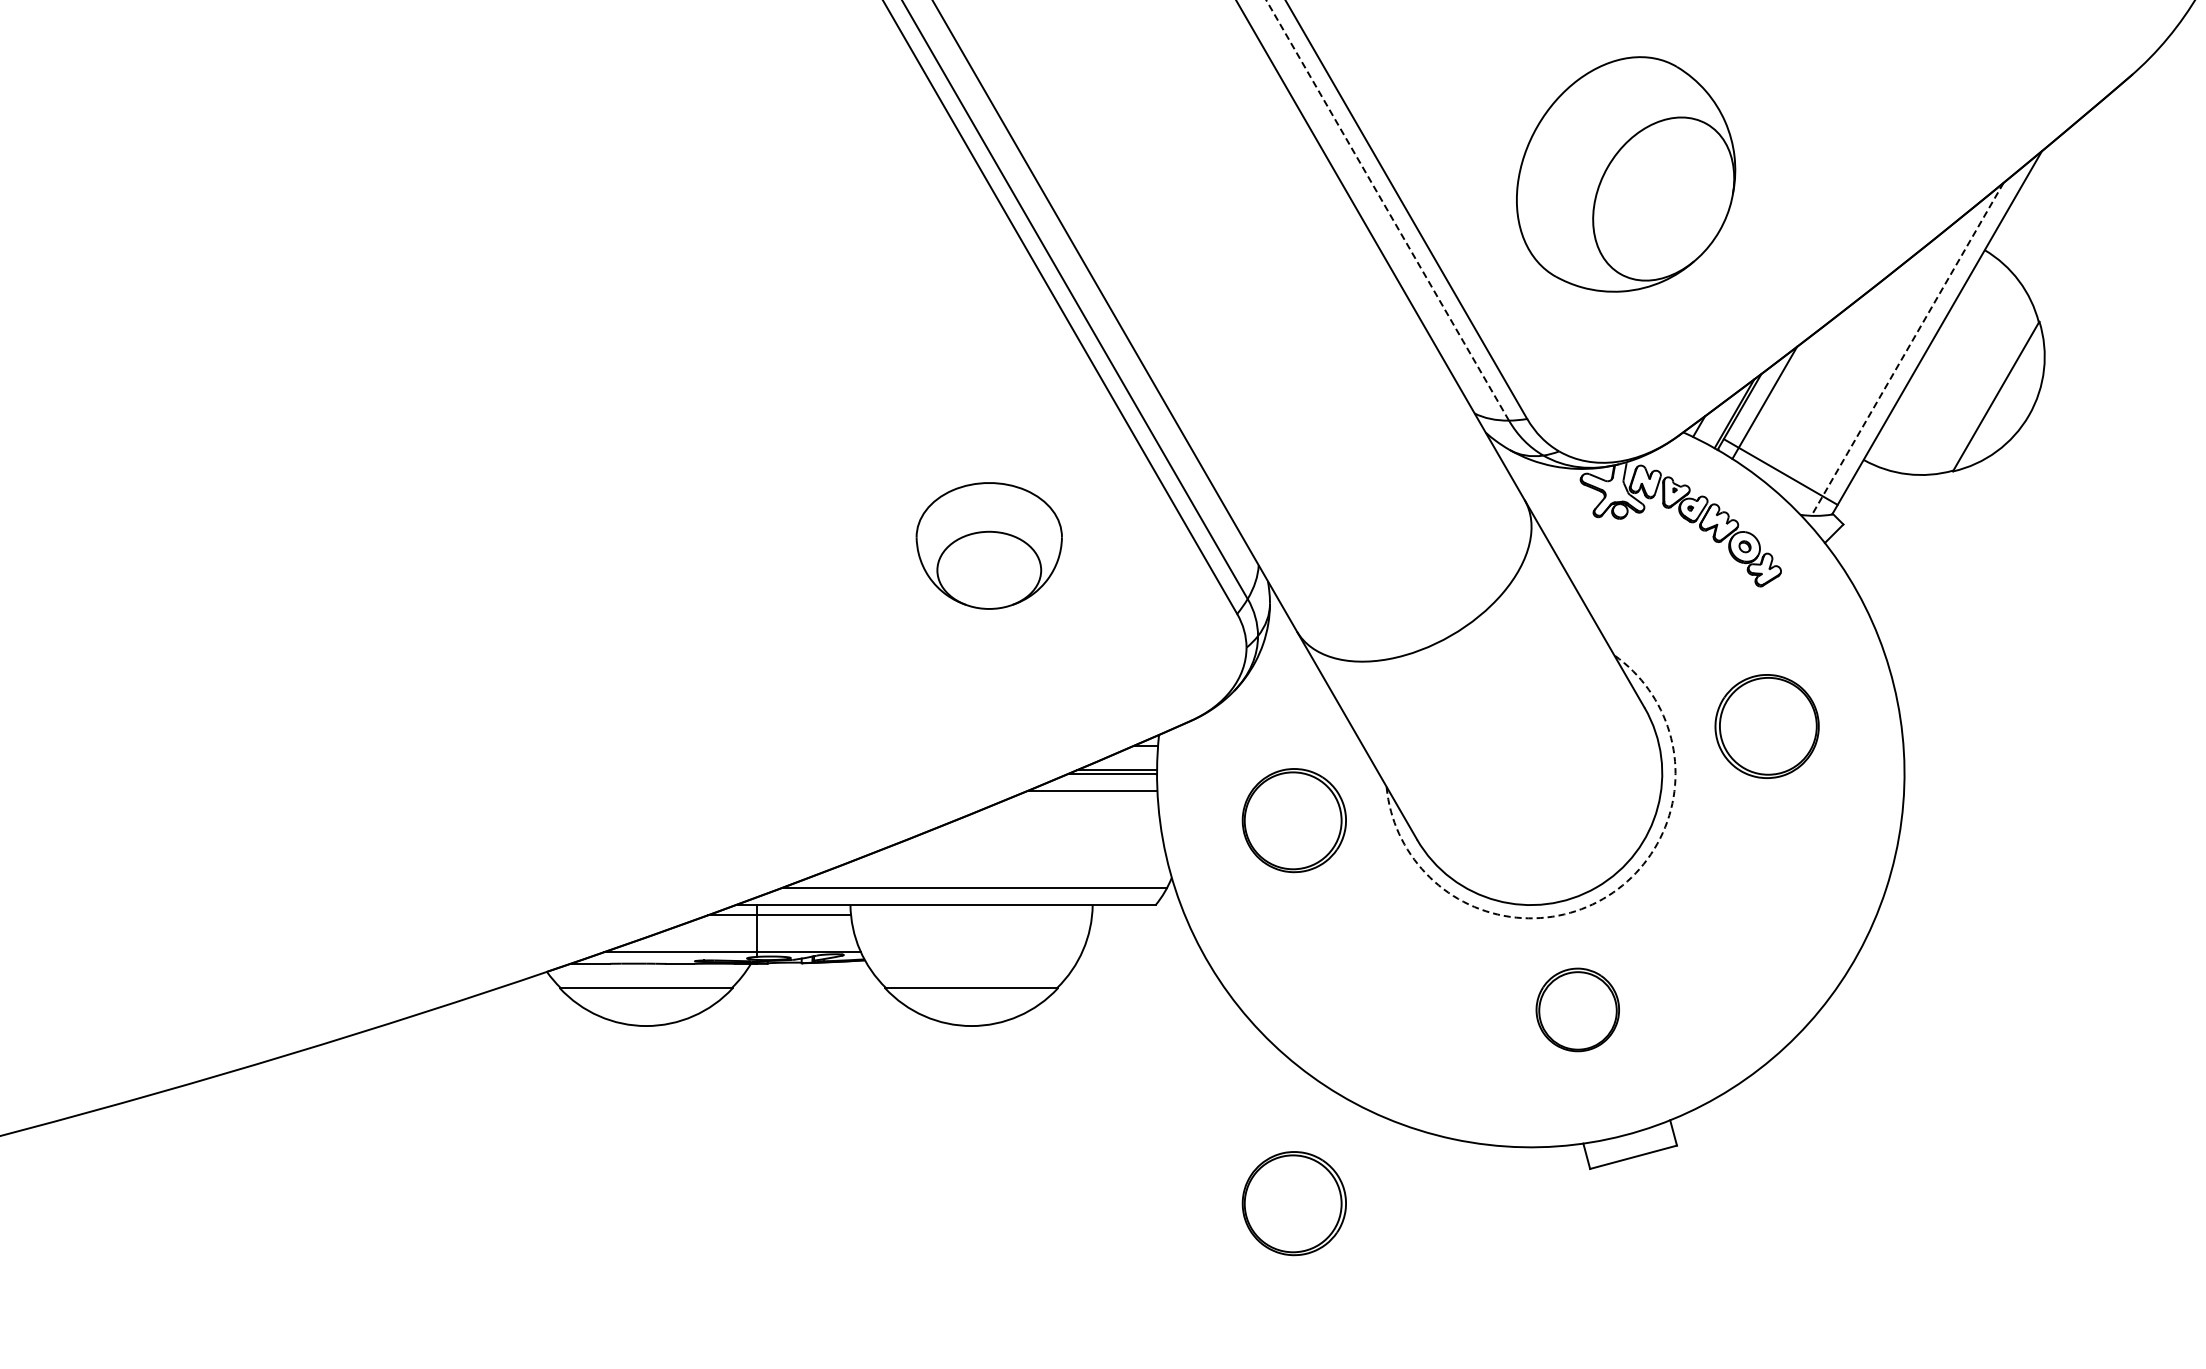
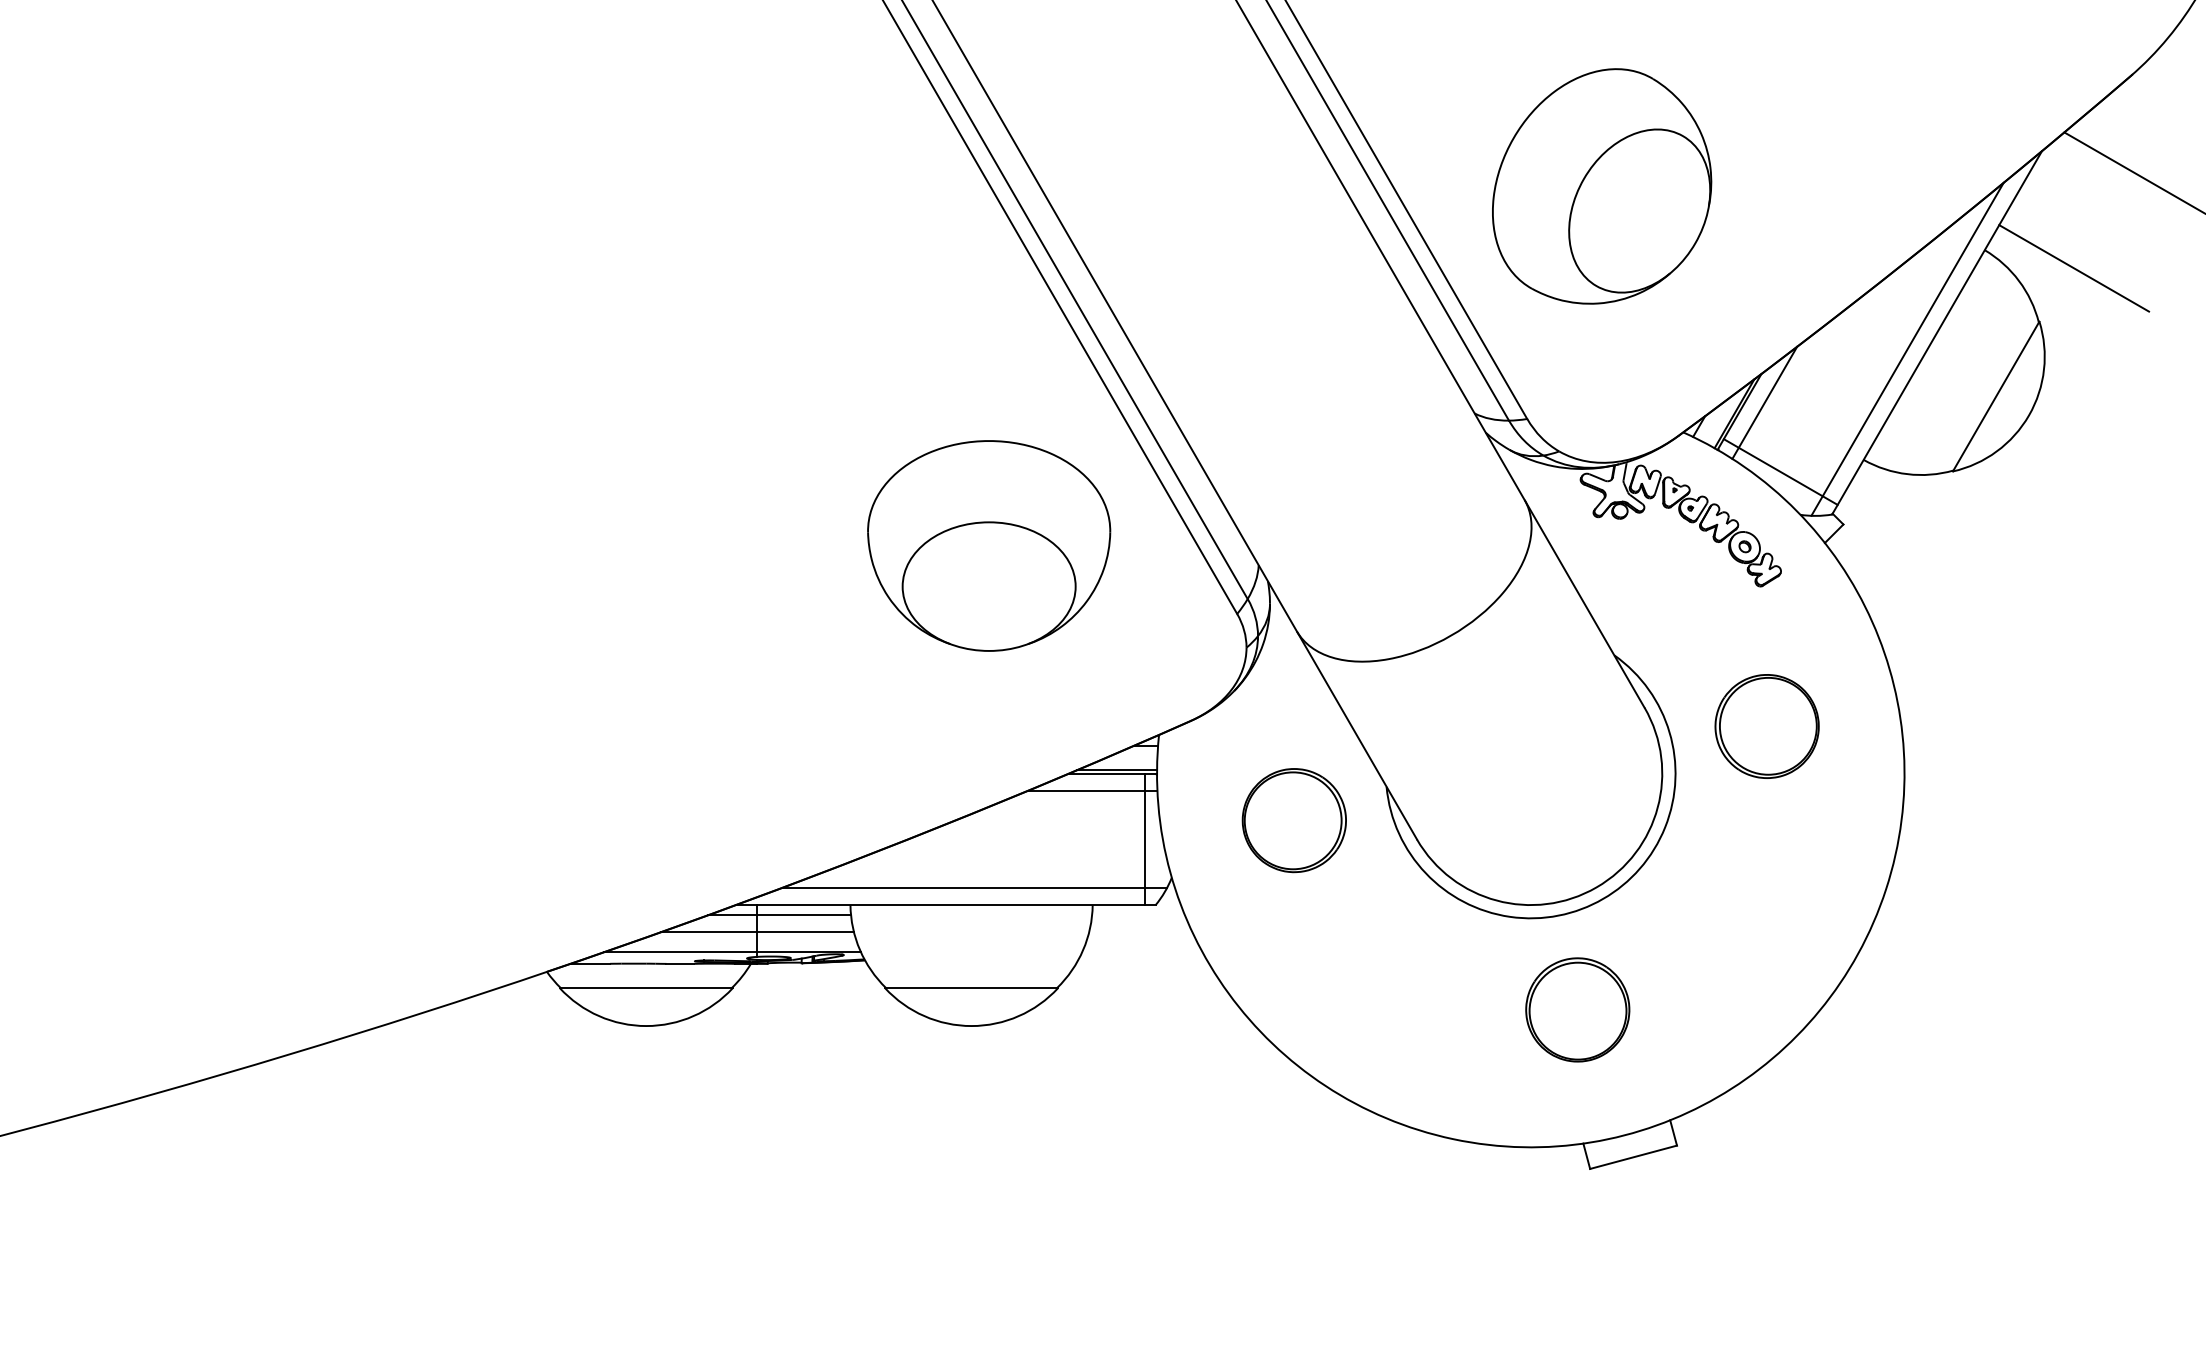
line at (2133, 172): none -> present
part at (1626, 174) position: (1626, 174) -> (1602, 186)
line at (1387, 210): dashed -> solid
line at (2074, 268): none -> present
line at (1907, 349): dashed -> solid
part at (988, 545) size: 148x128 px -> 245x212 px
line at (1144, 839): none -> present
arc at (1603, 898): dashed -> solid
line at (757, 932): none -> present
part at (1577, 1009) size: 85x86 px -> 106x106 px
part at (1293, 1203): present -> none
